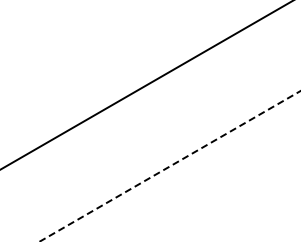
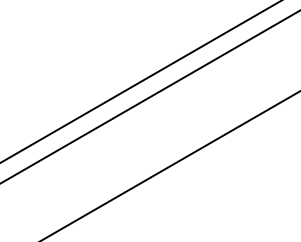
line at (146, 85) position: (146, 85) -> (140, 81)
line at (149, 97): none -> present
line at (169, 166): dashed -> solid
